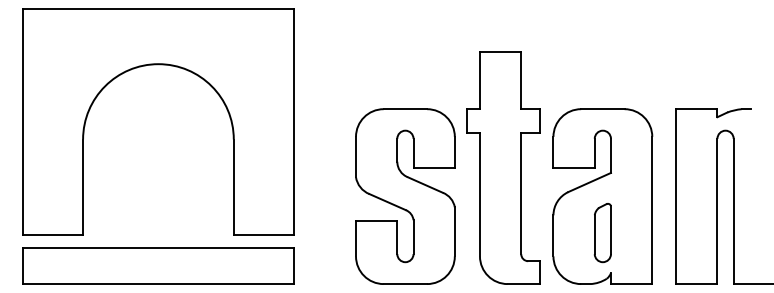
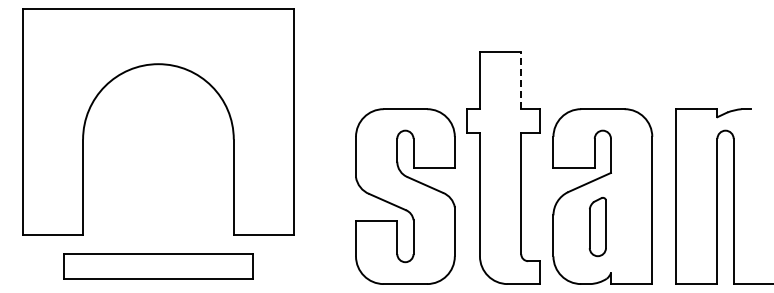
line at (521, 80): solid -> dashed
part at (602, 233) position: (602, 233) -> (597, 227)
part at (158, 265) size: 273x38 px -> 191x27 px
